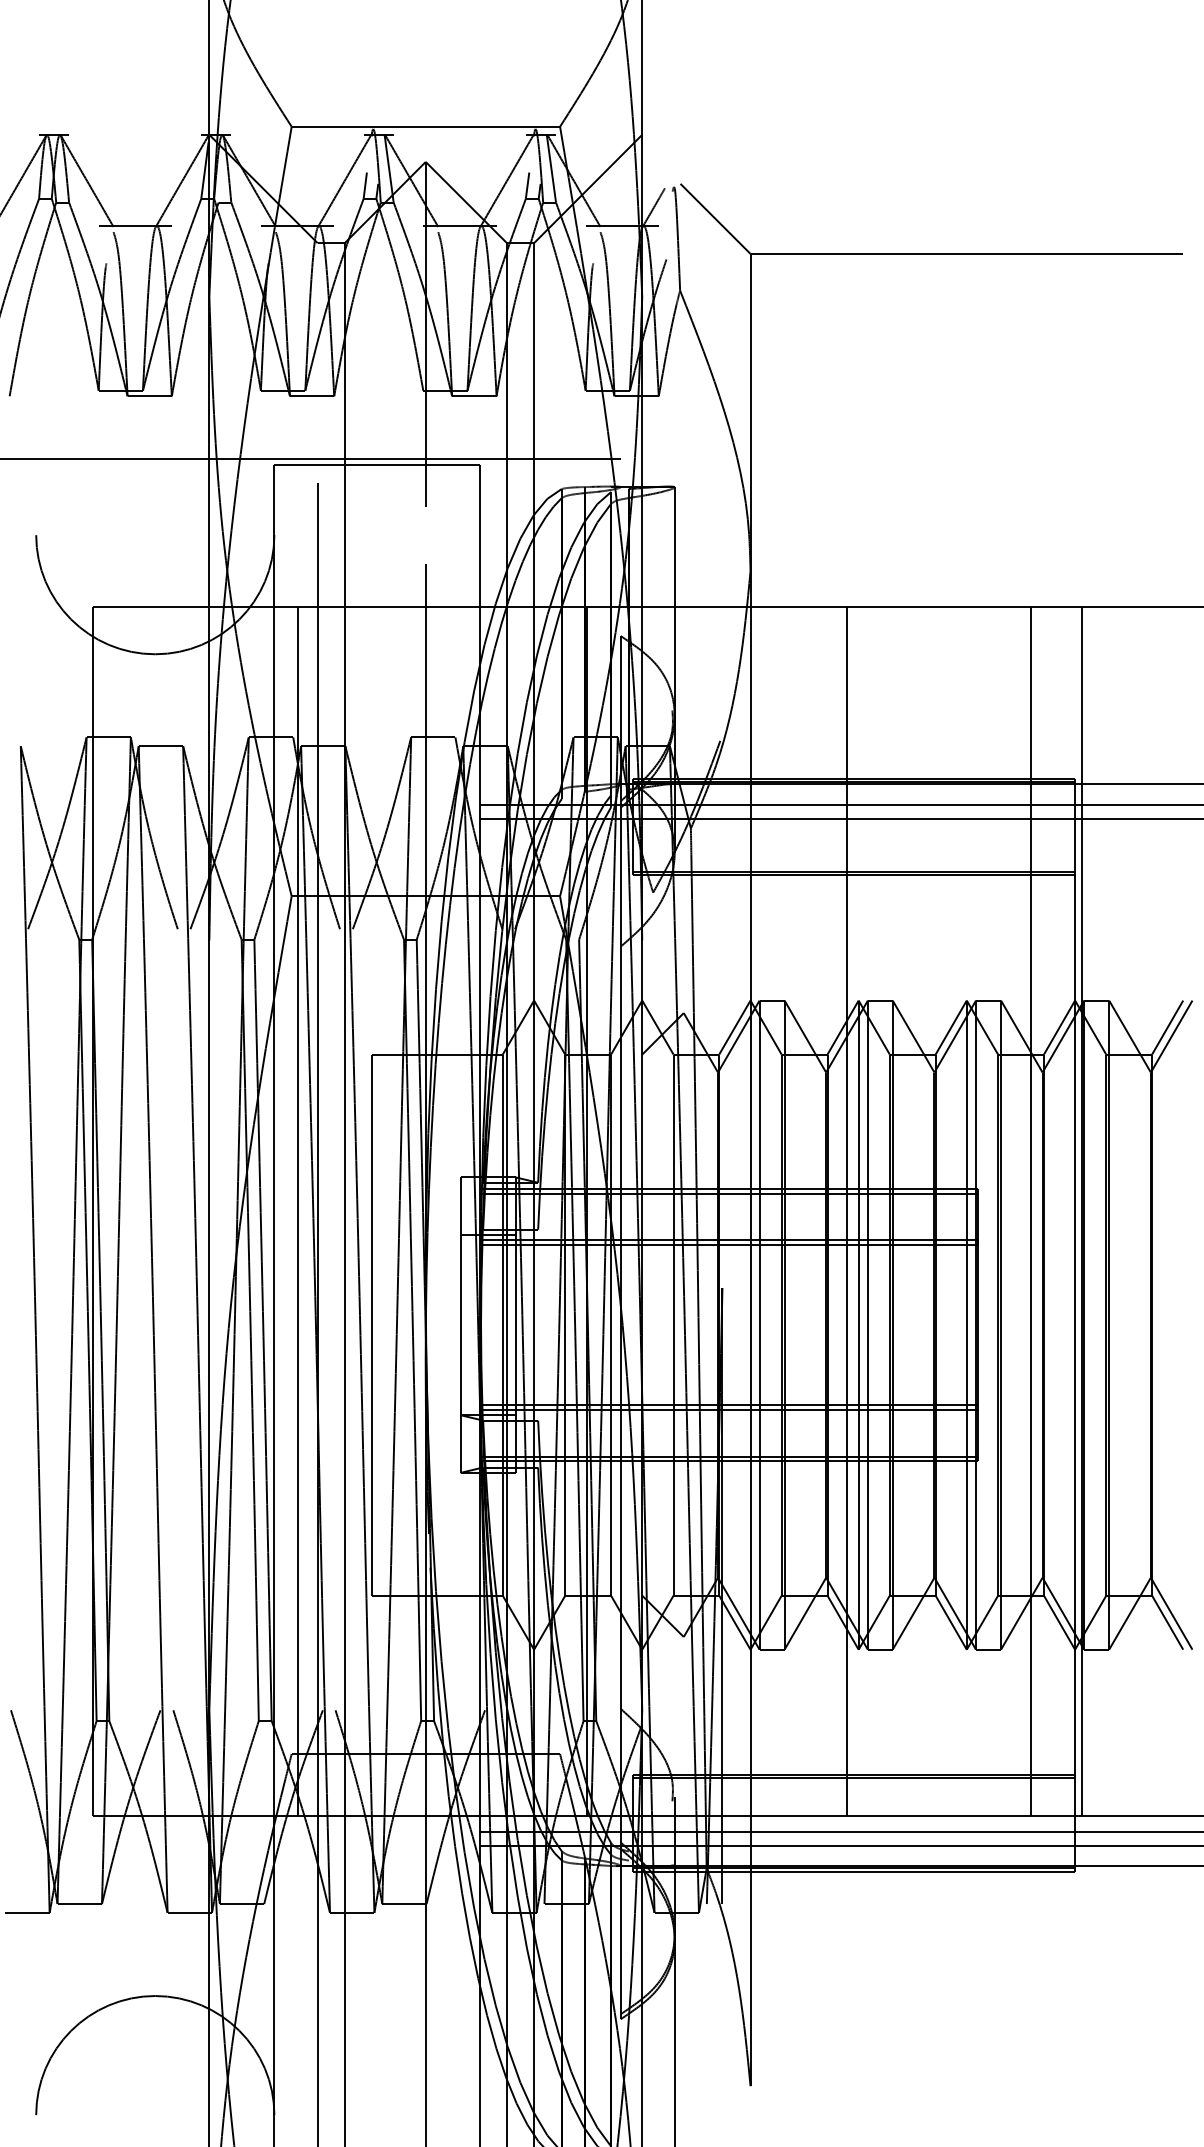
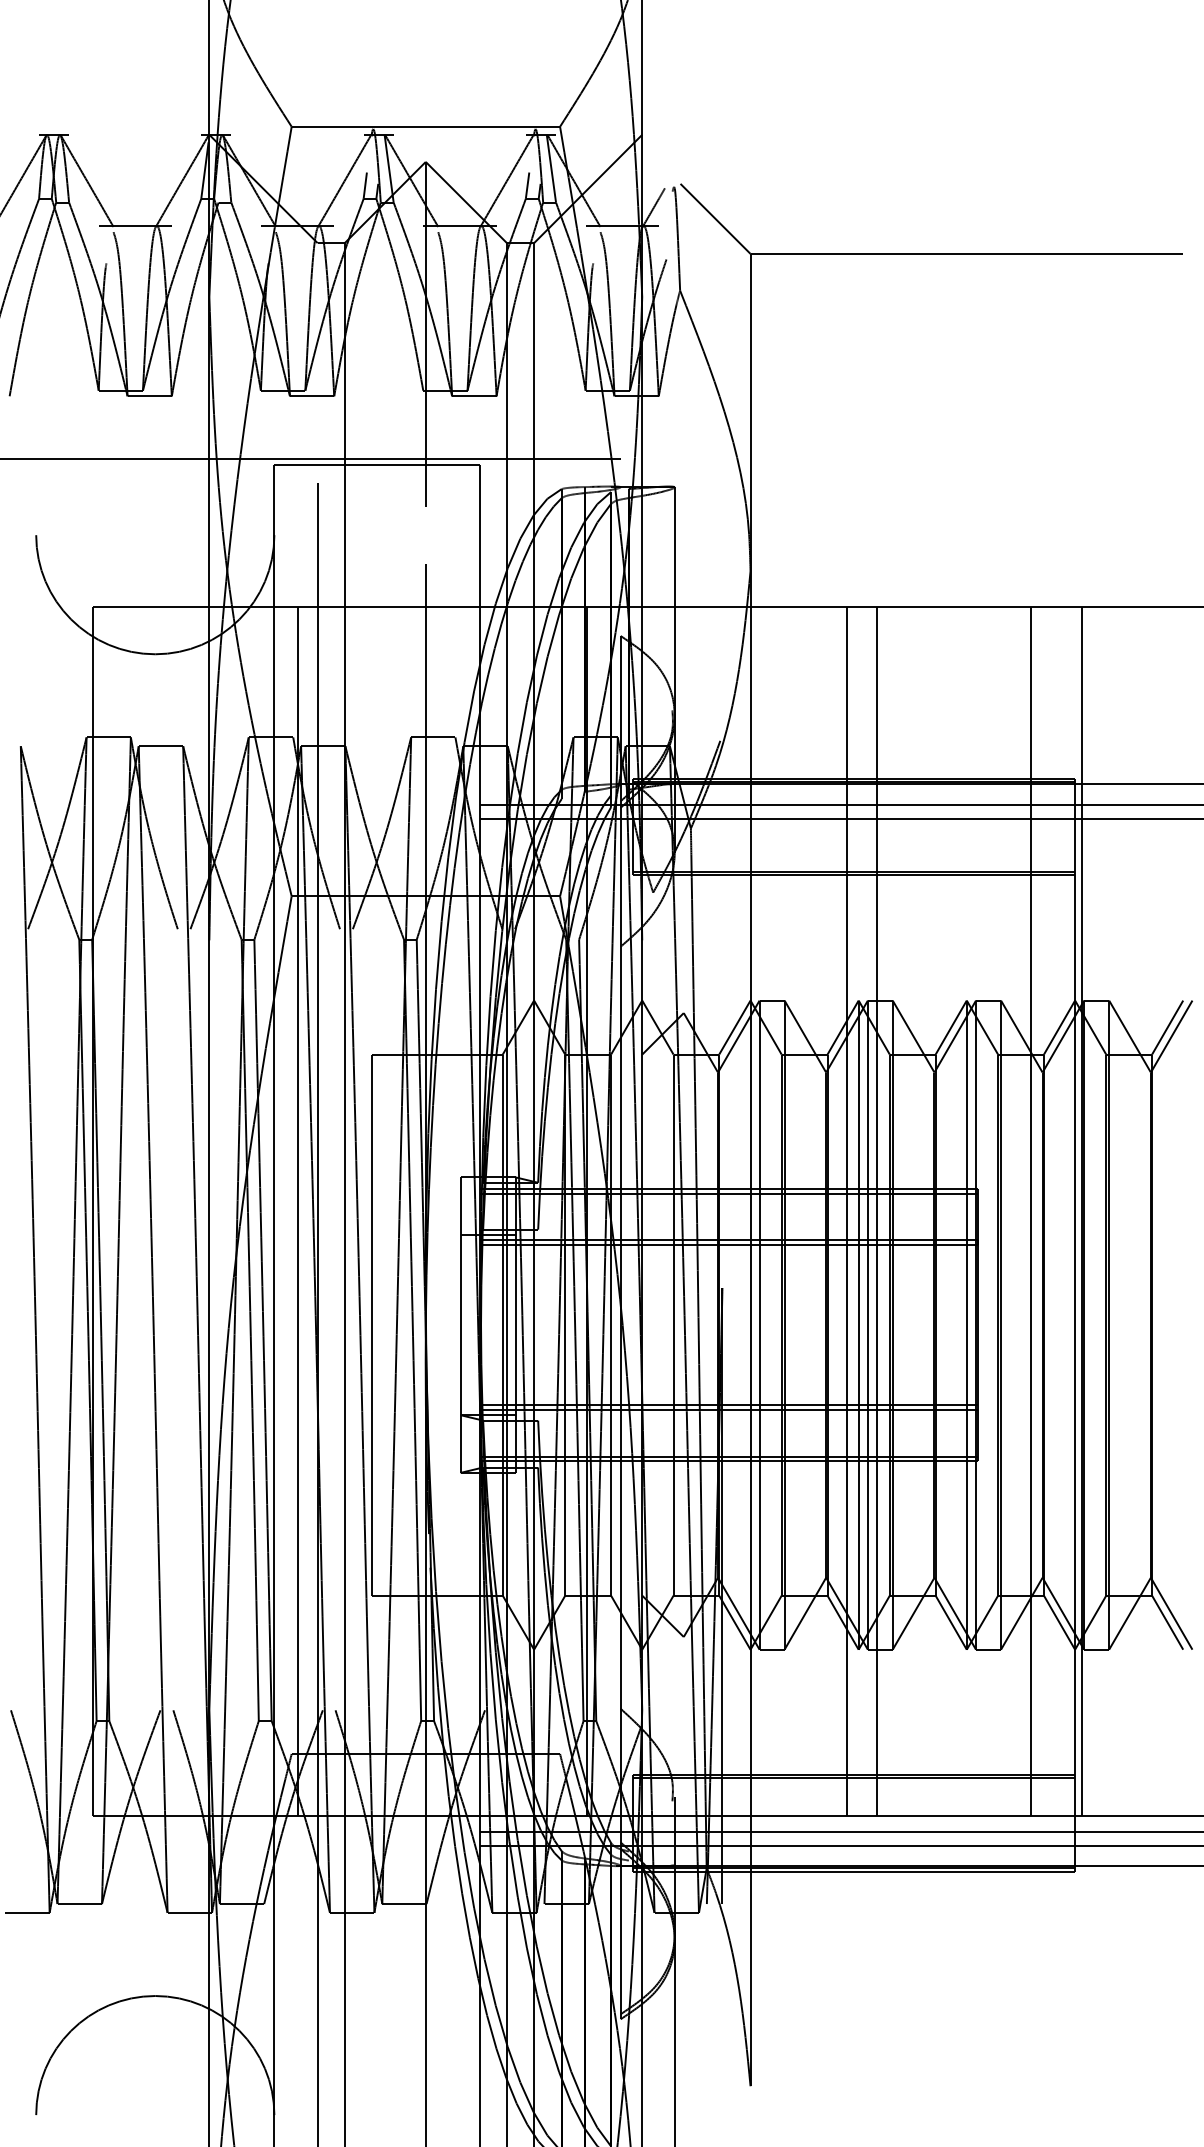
line at (876, 1211): none -> present
